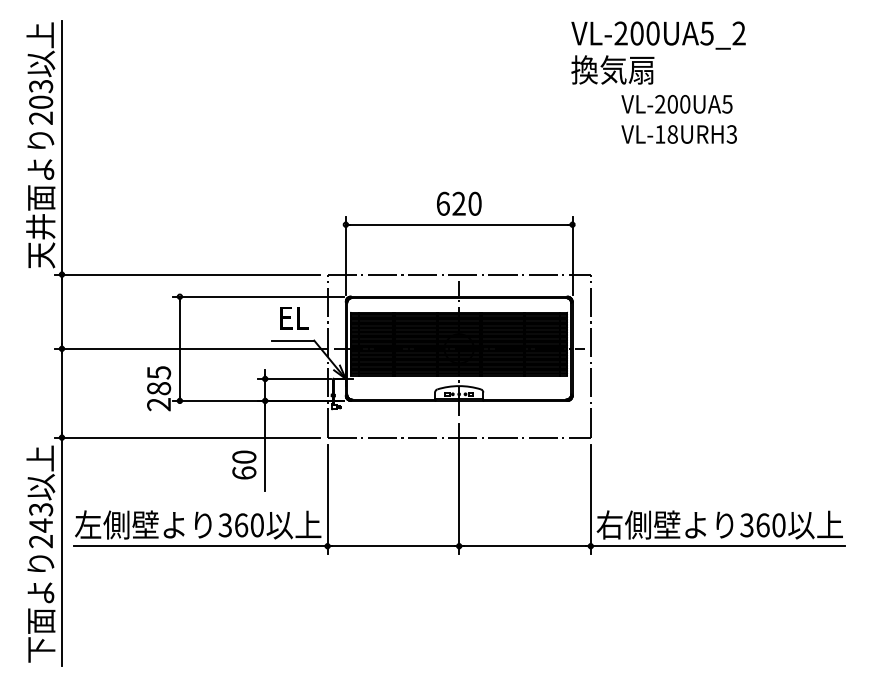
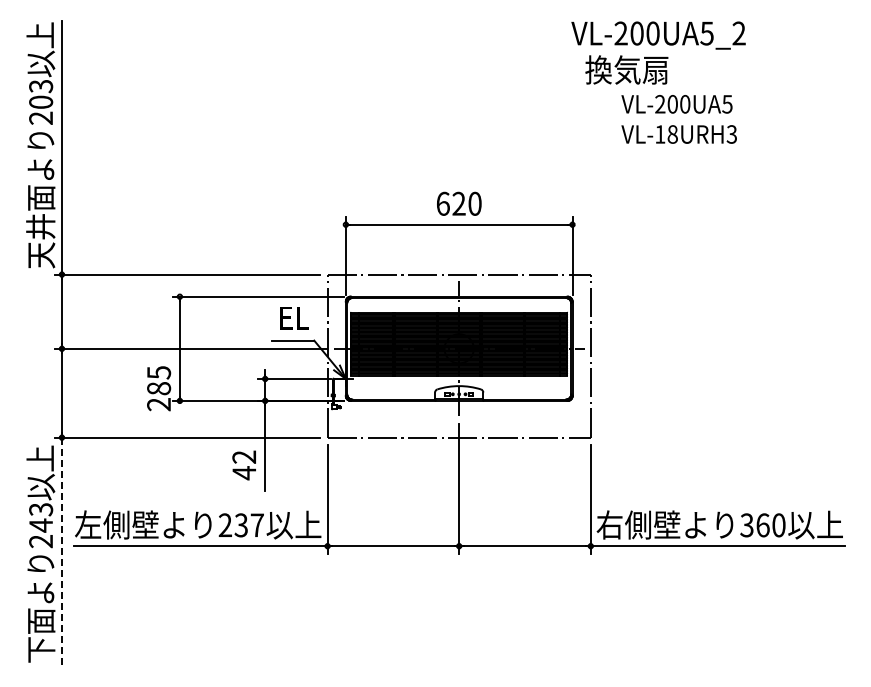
text at (612, 69) position: (612, 69) -> (626, 69)
text at (244, 465): 60 -> 42
text at (240, 525): 360 -> 237
line at (61, 552): solid -> dashed
